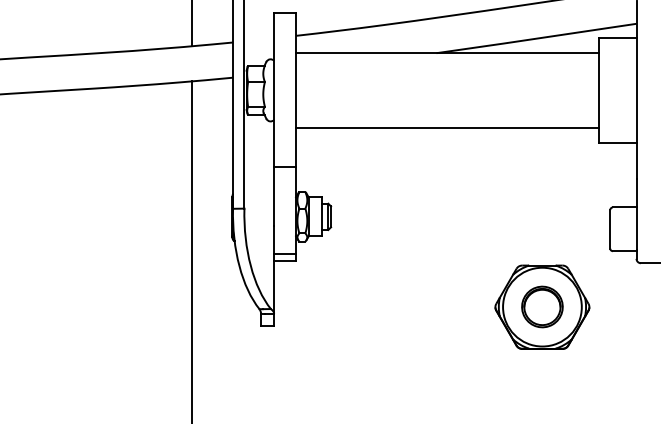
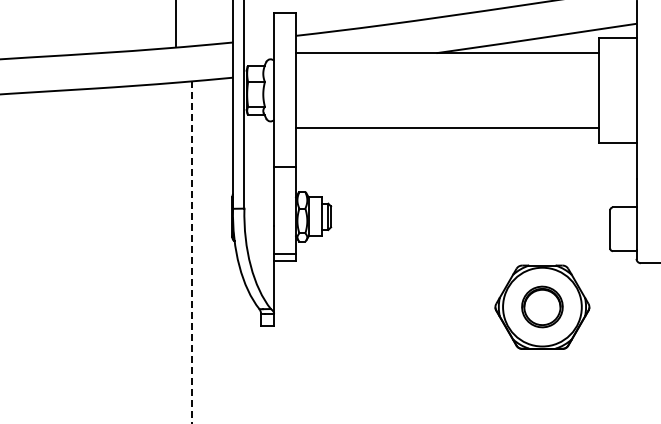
line at (192, 24) position: (192, 24) -> (176, 24)
line at (192, 252): solid -> dashed
